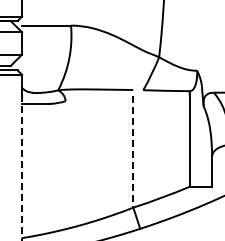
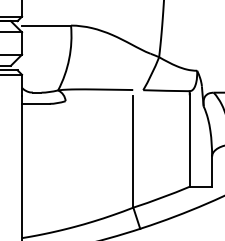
line at (133, 151): dashed -> solid
line at (22, 168): dashed -> solid
